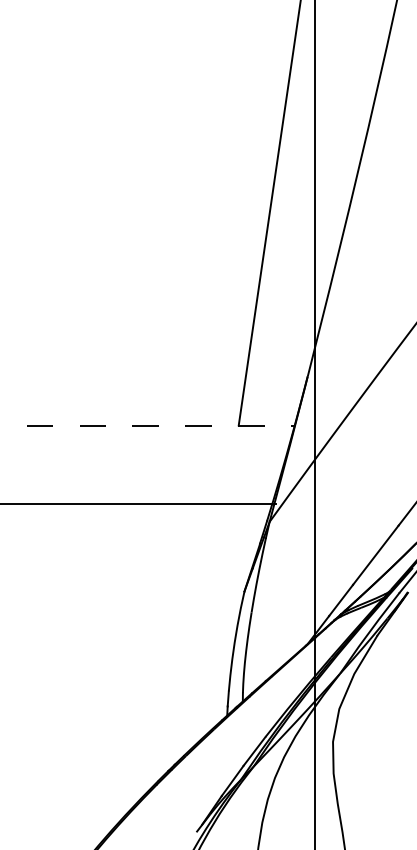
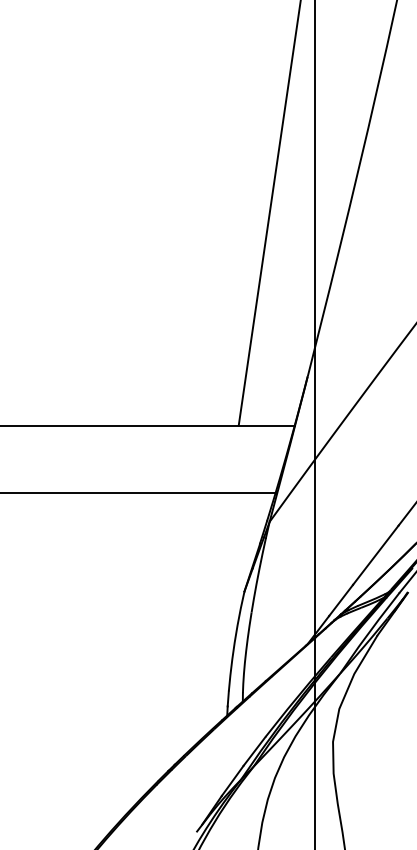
line at (147, 426): dashed -> solid
line at (138, 503) position: (138, 503) -> (138, 492)
